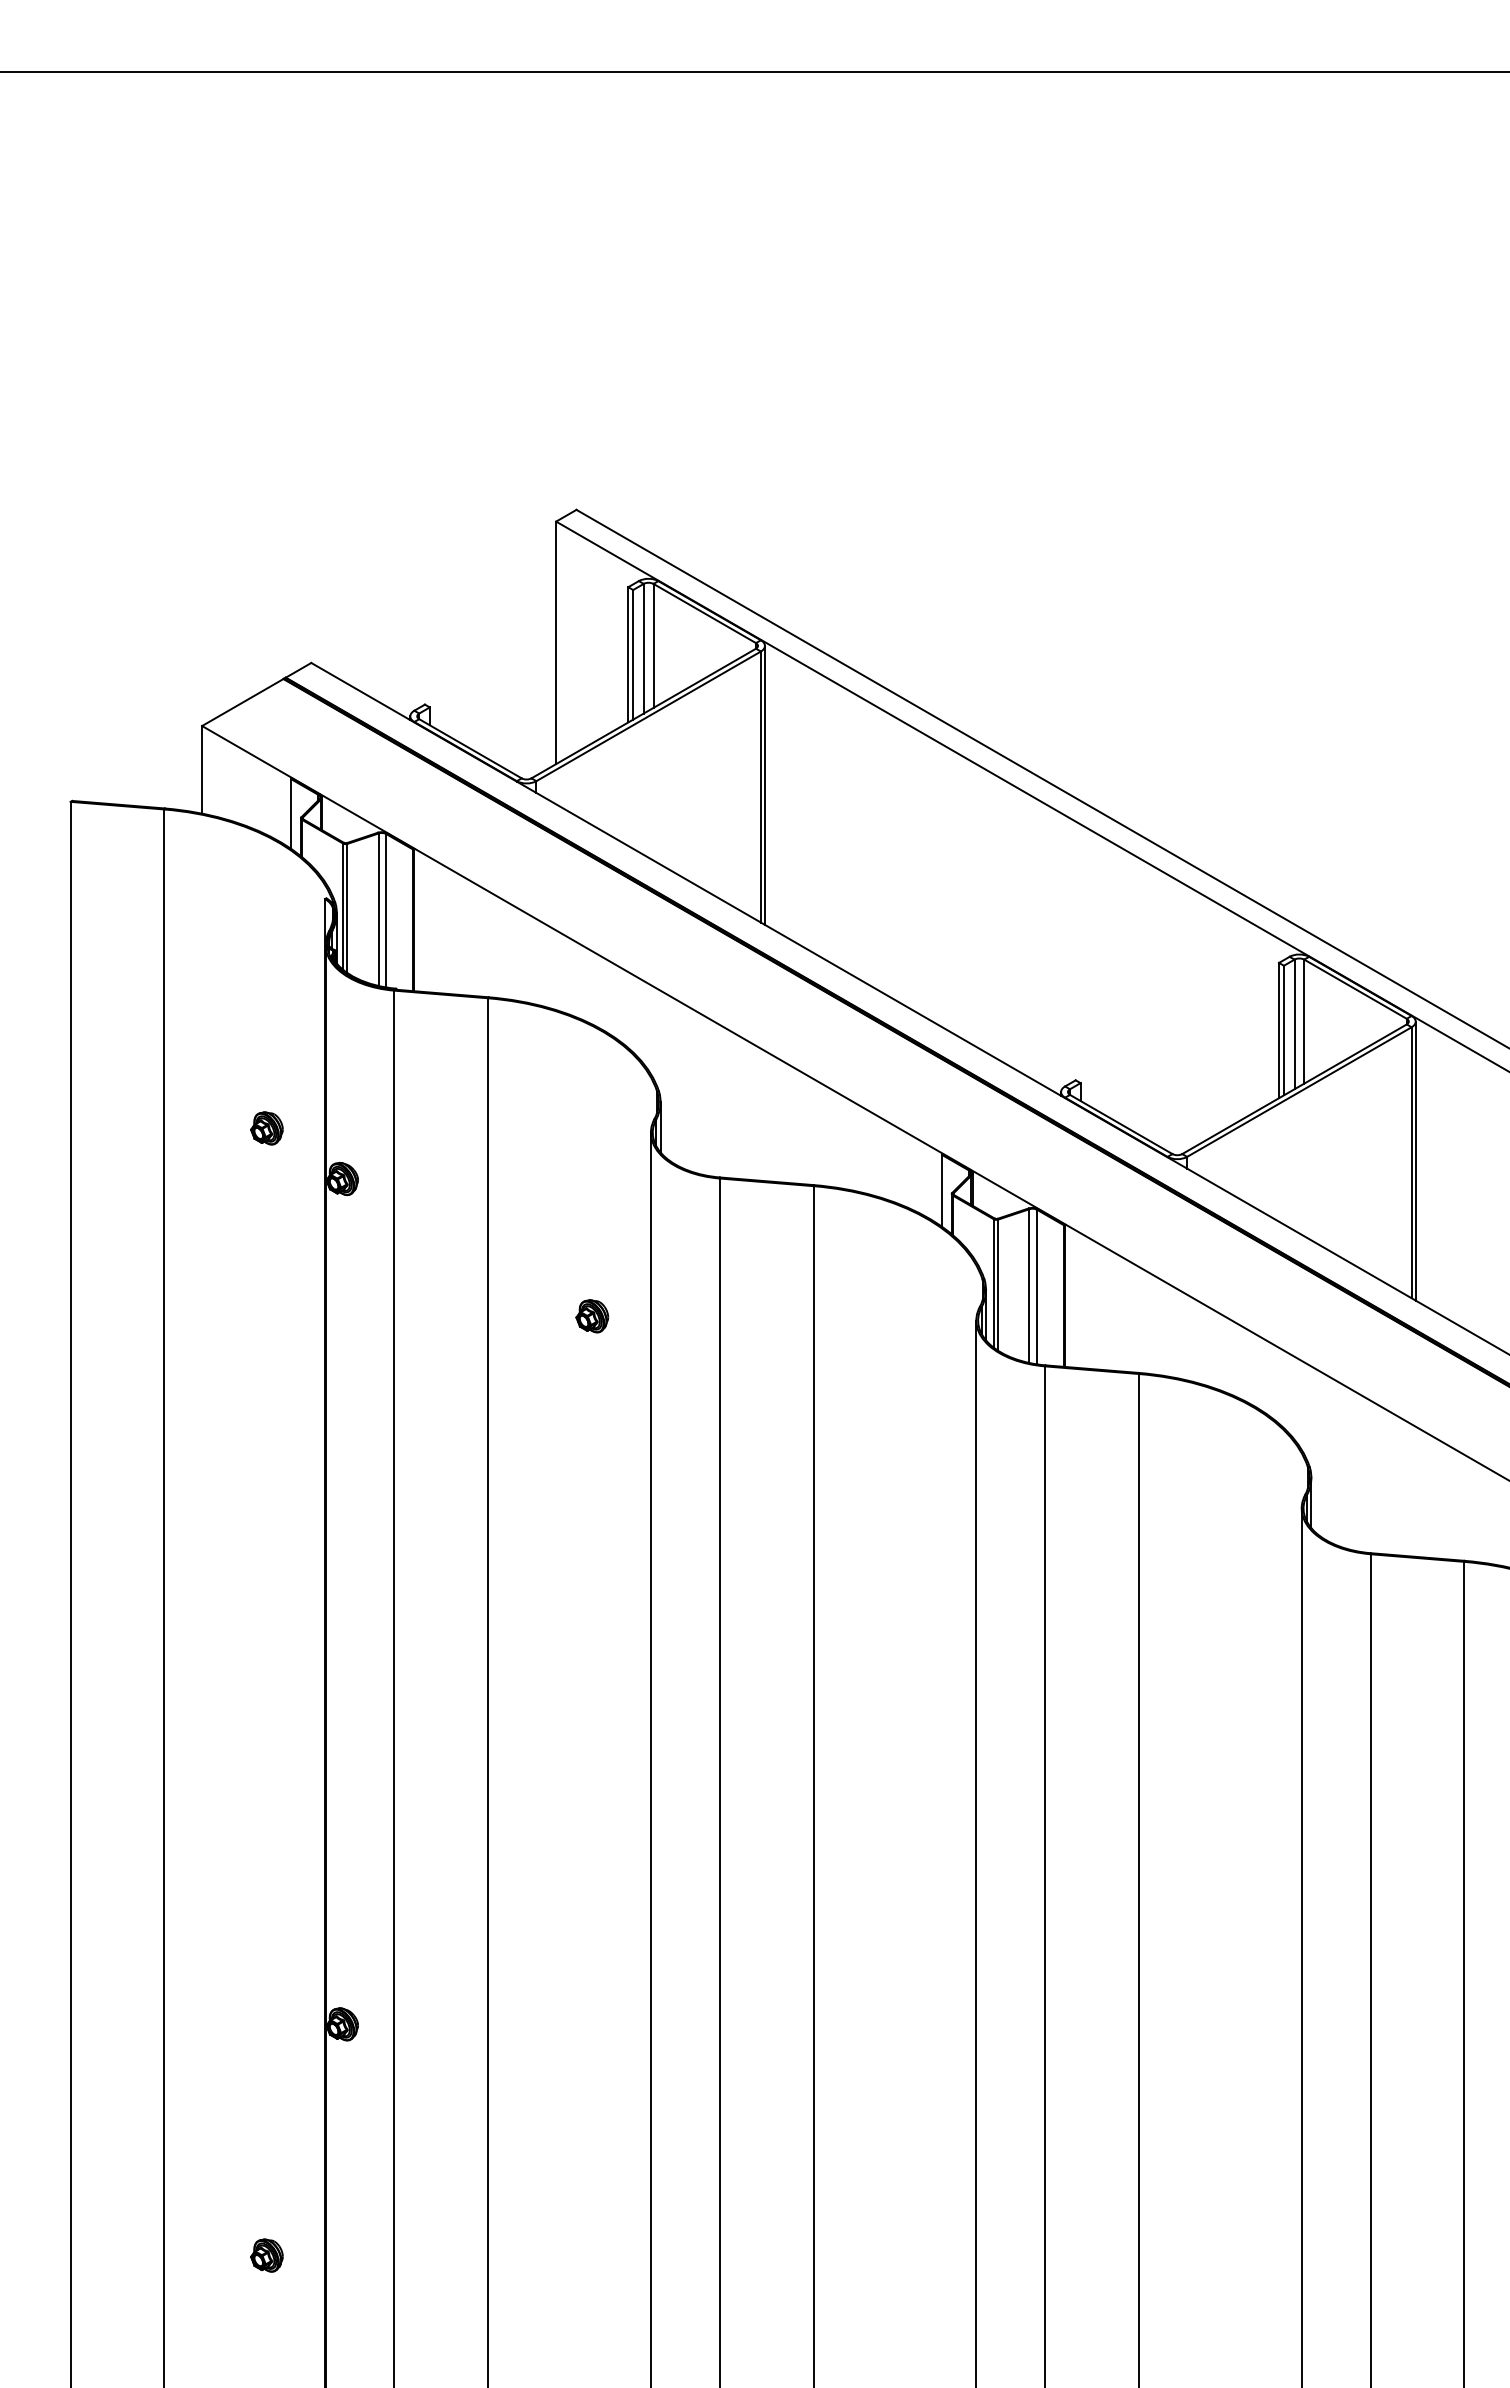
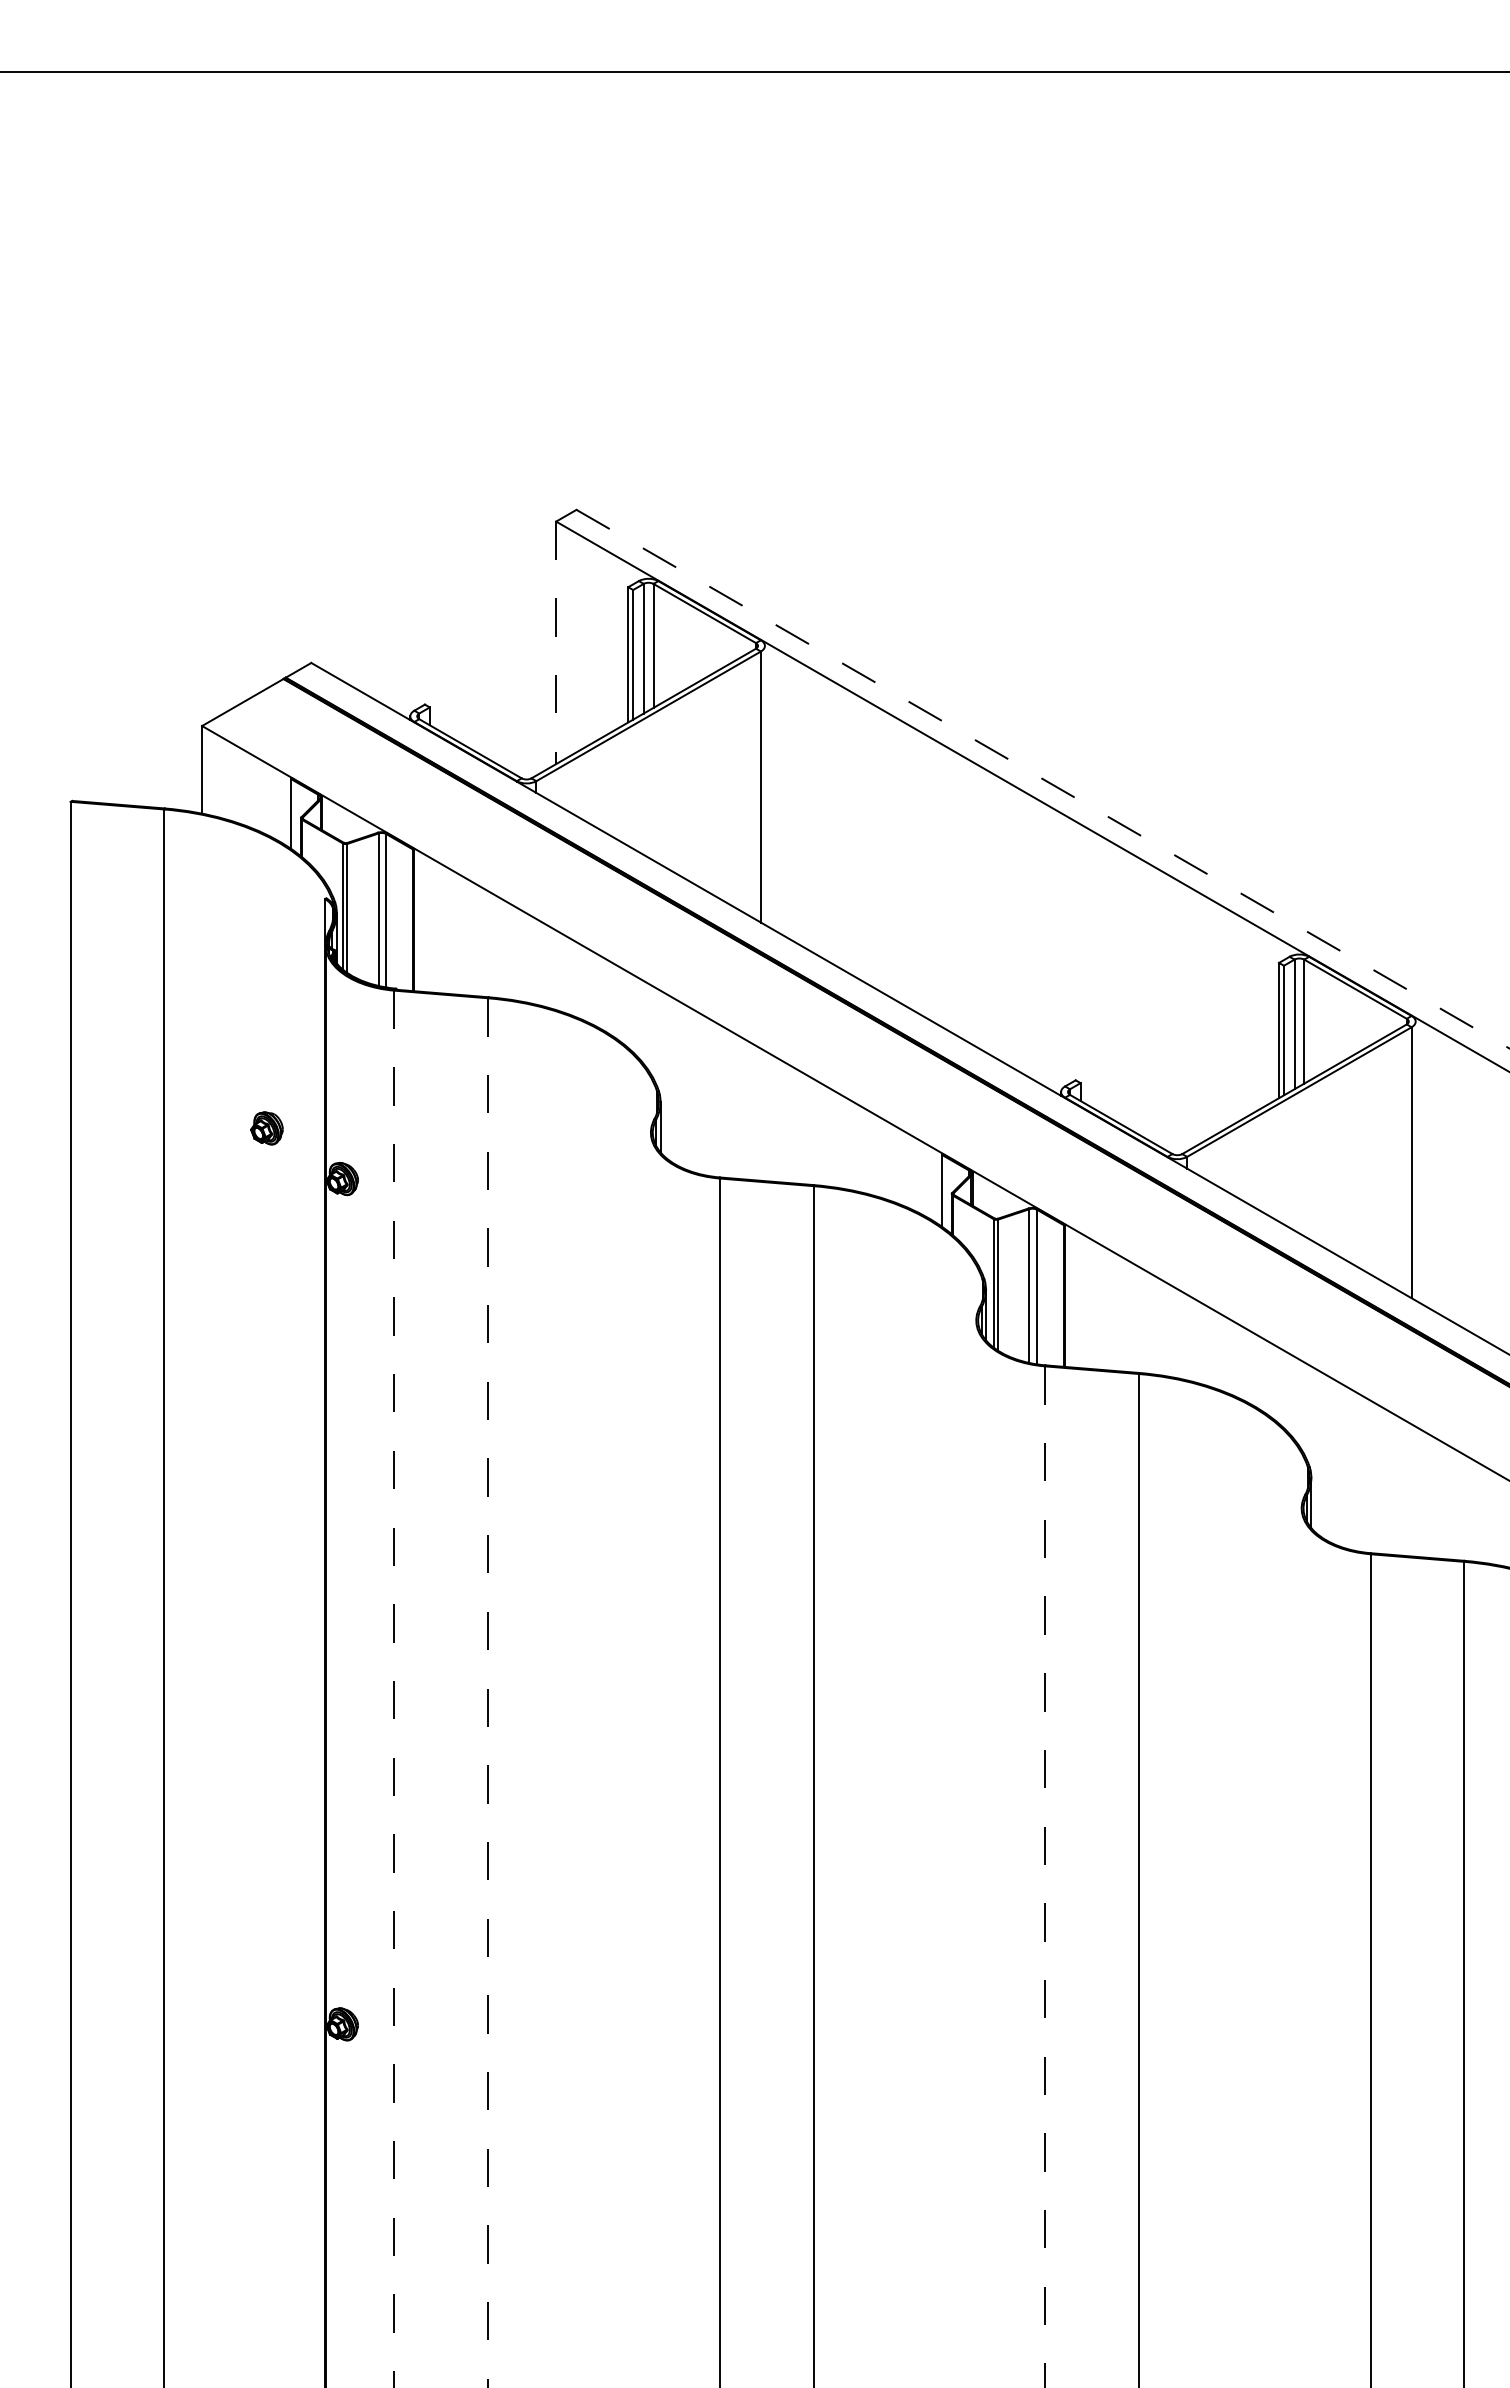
line at (556, 643): solid -> dashed
line at (1043, 779): solid -> dashed
line at (764, 784): present -> none
line at (1415, 1160): present -> none
part at (592, 1316): present -> none
line at (394, 1689): solid -> dashed
line at (488, 1693): solid -> dashed
line at (650, 1758): present -> none
line at (976, 1852): present -> none
line at (1045, 1877): solid -> dashed
line at (1301, 1946): present -> none
part at (266, 2255): present -> none
